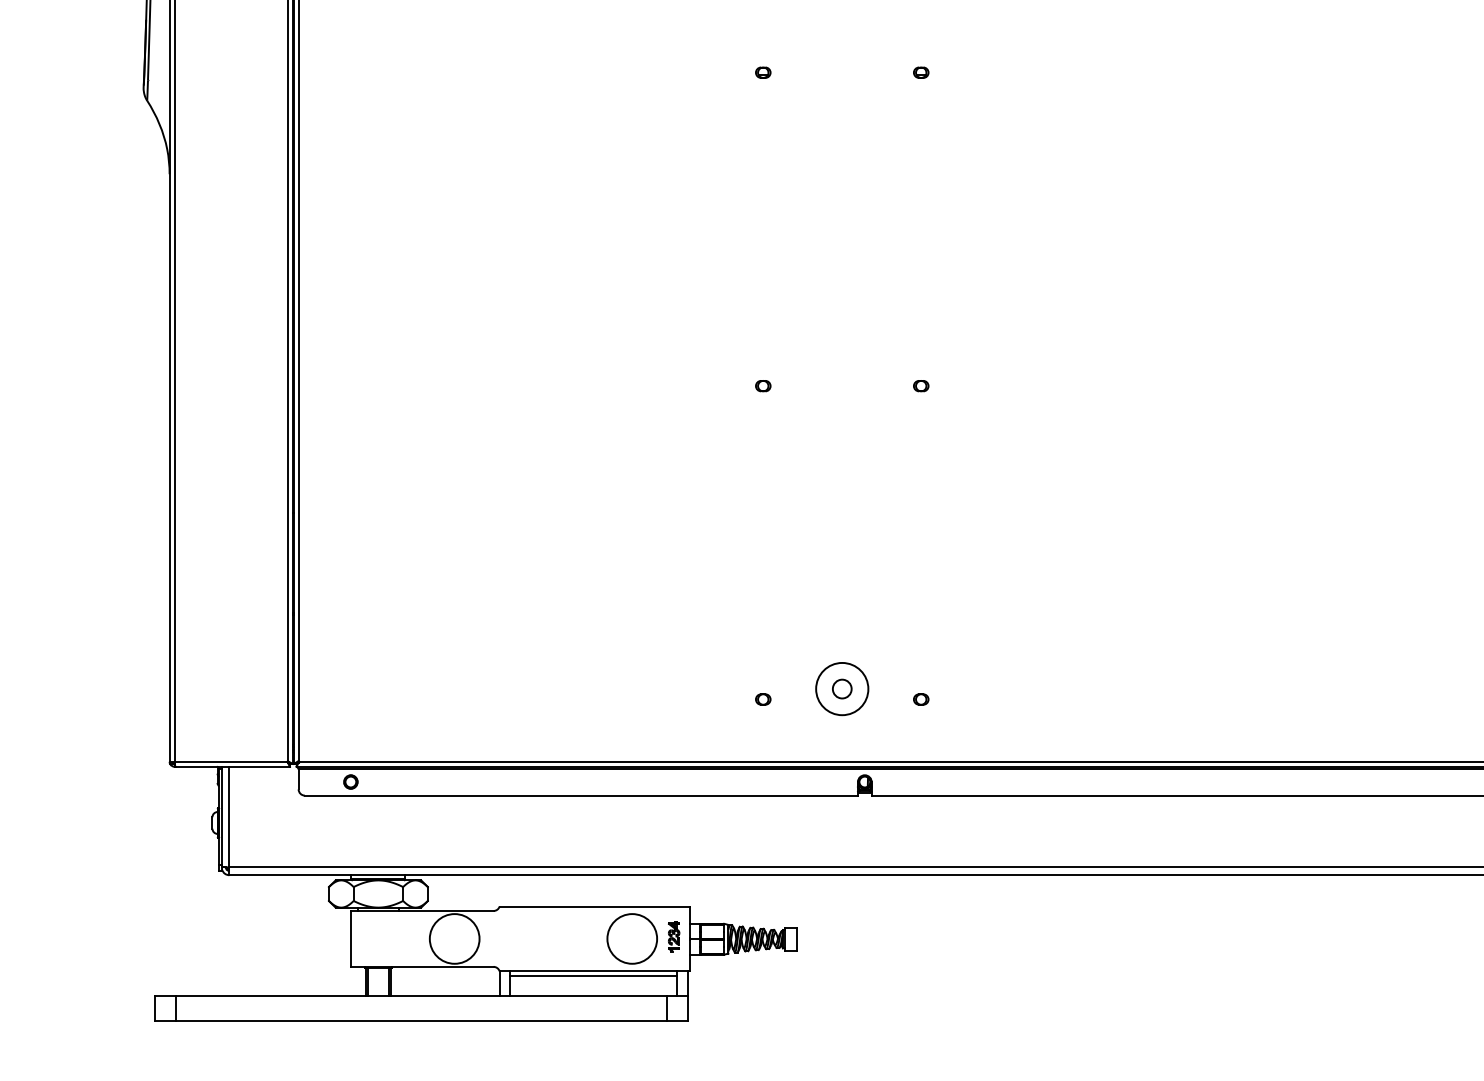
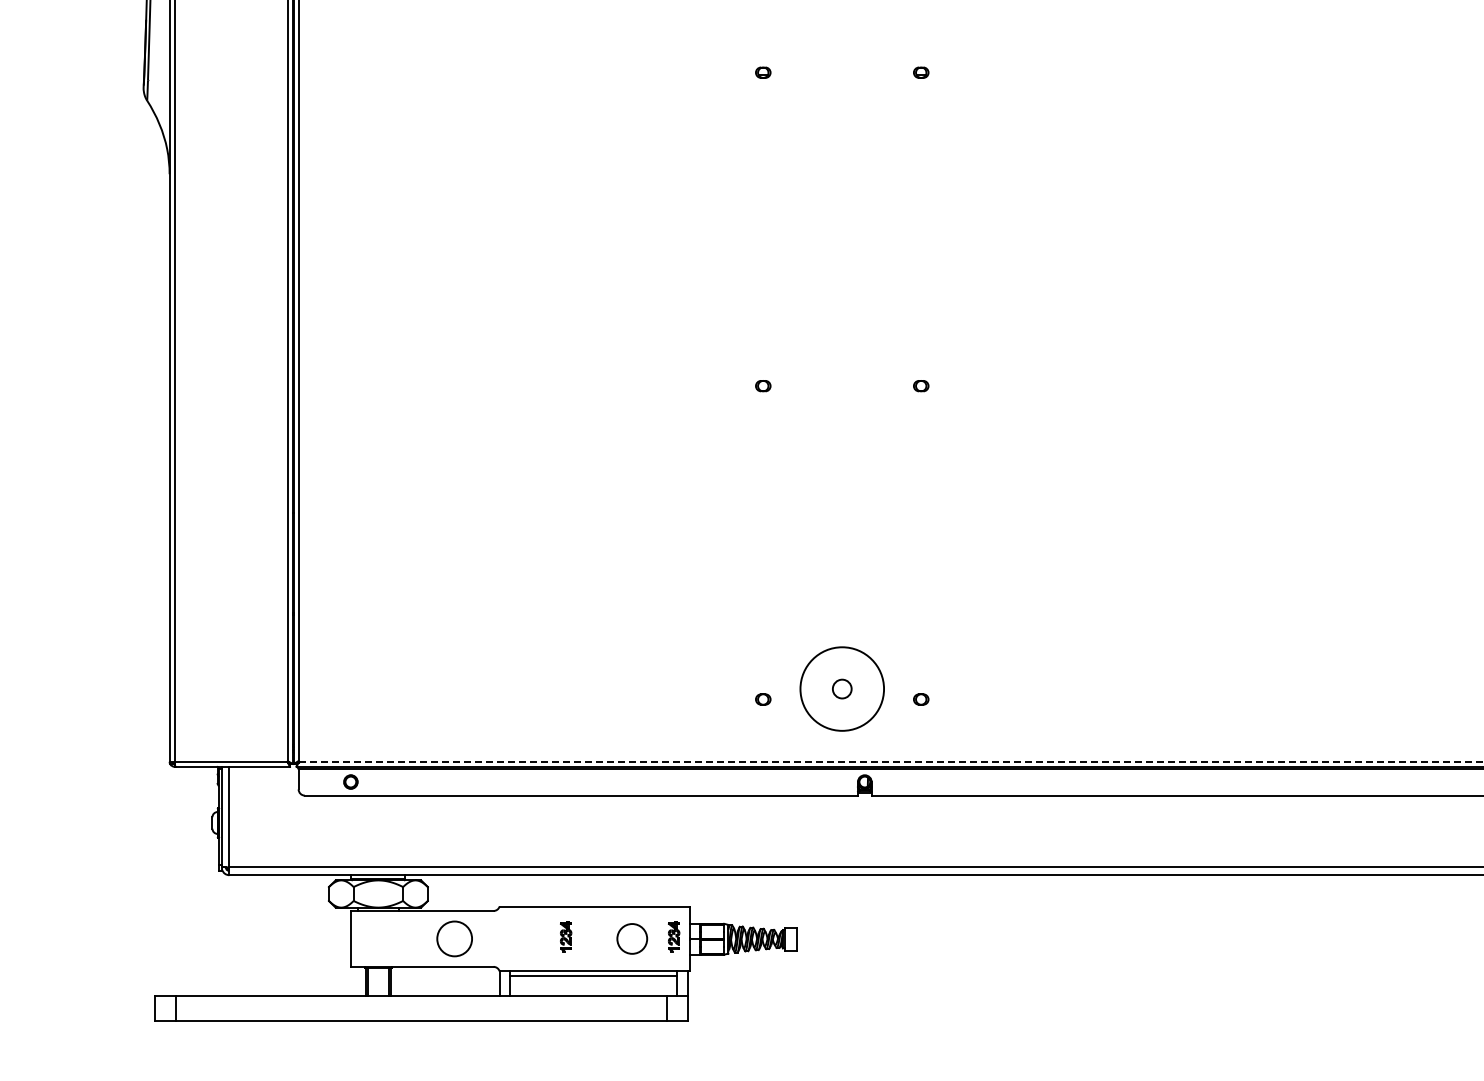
circle at (842, 688) diameter: 52 px -> 84 px
line at (891, 761): solid -> dashed
part at (566, 936): none -> present
circle at (454, 938) diameter: 50 px -> 35 px
circle at (632, 938) diameter: 50 px -> 30 px
